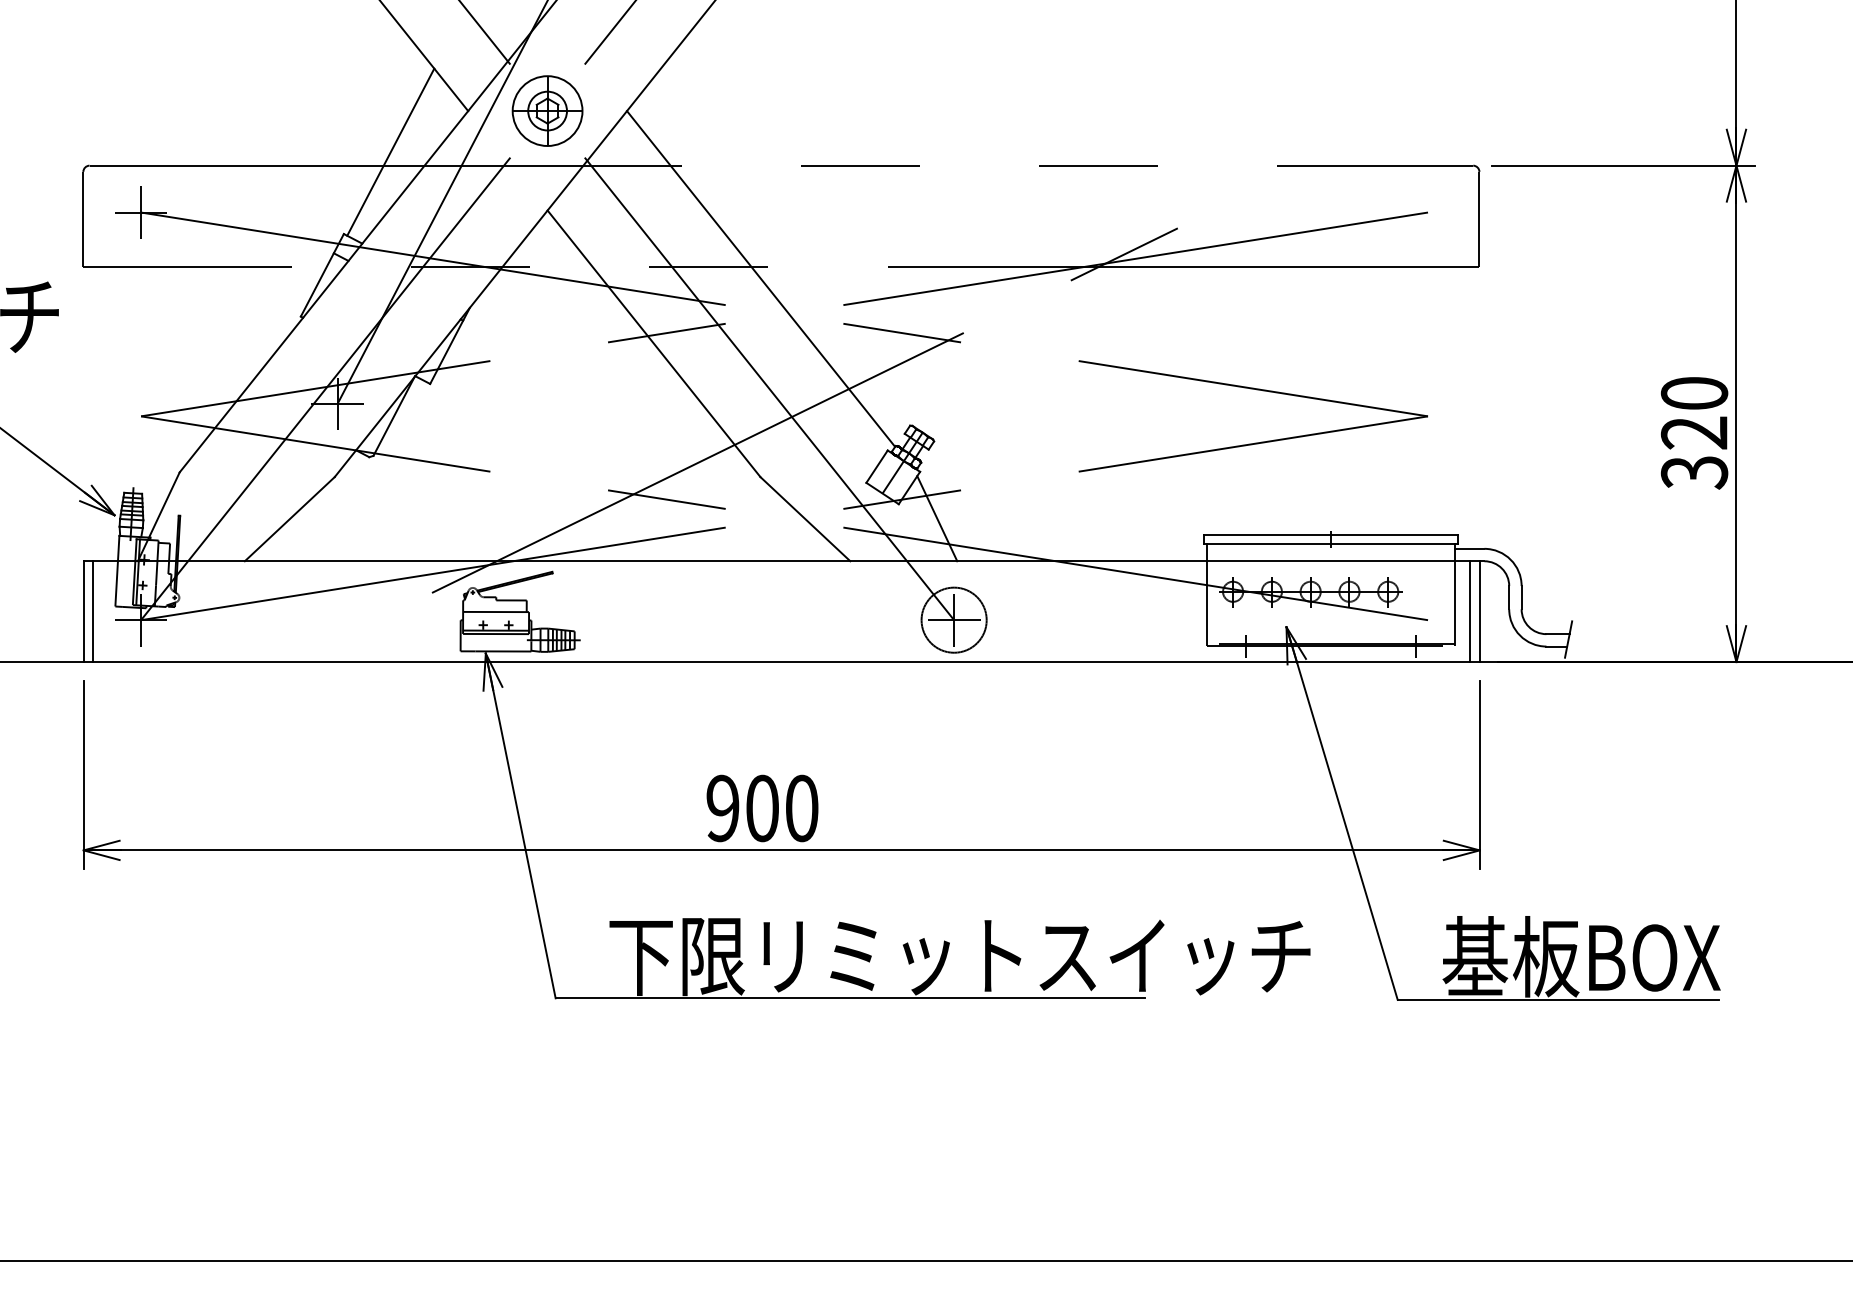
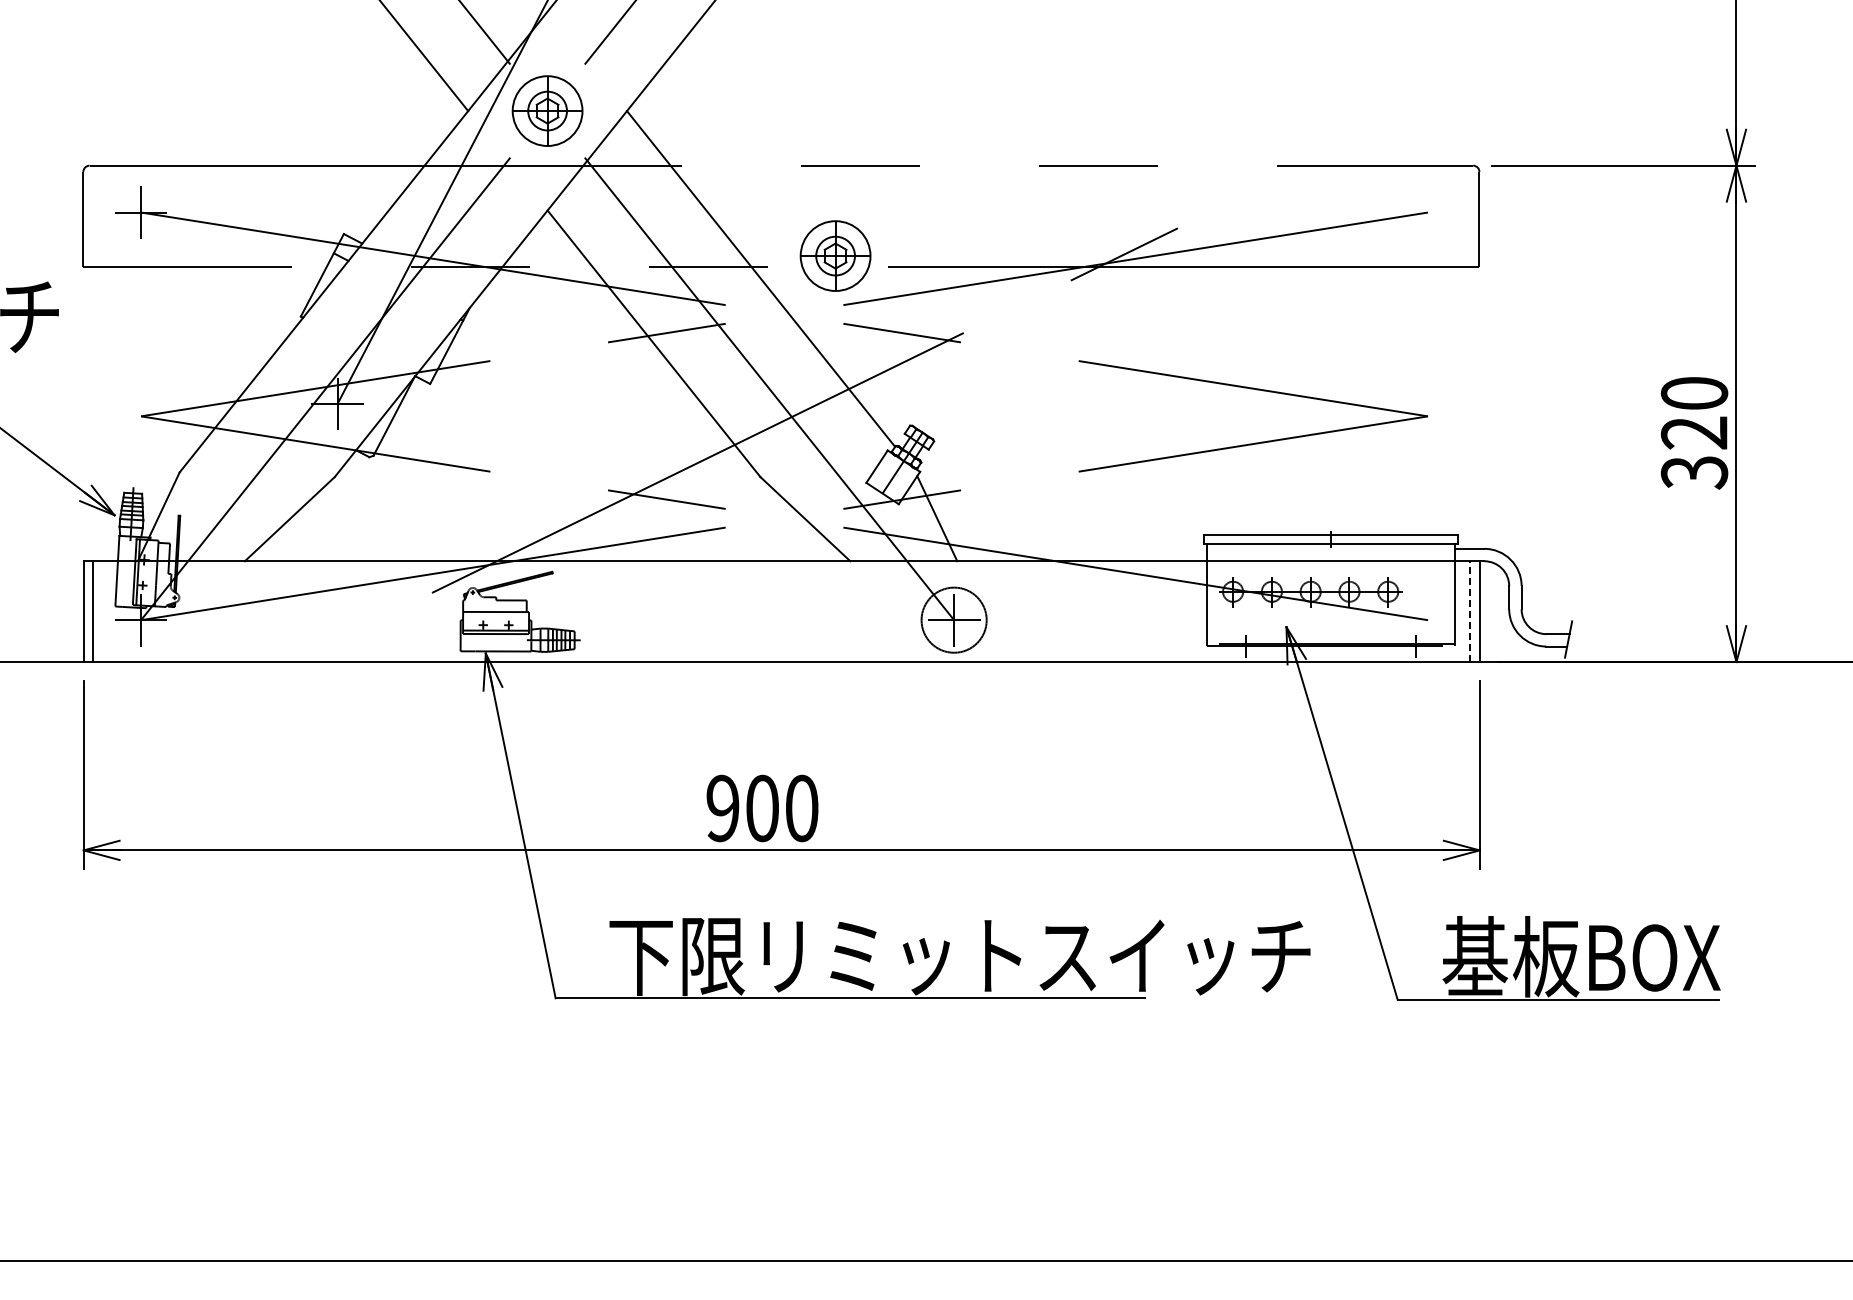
line at (390, 151): present -> none
part at (835, 255): none -> present
line at (1470, 611): solid -> dashed
